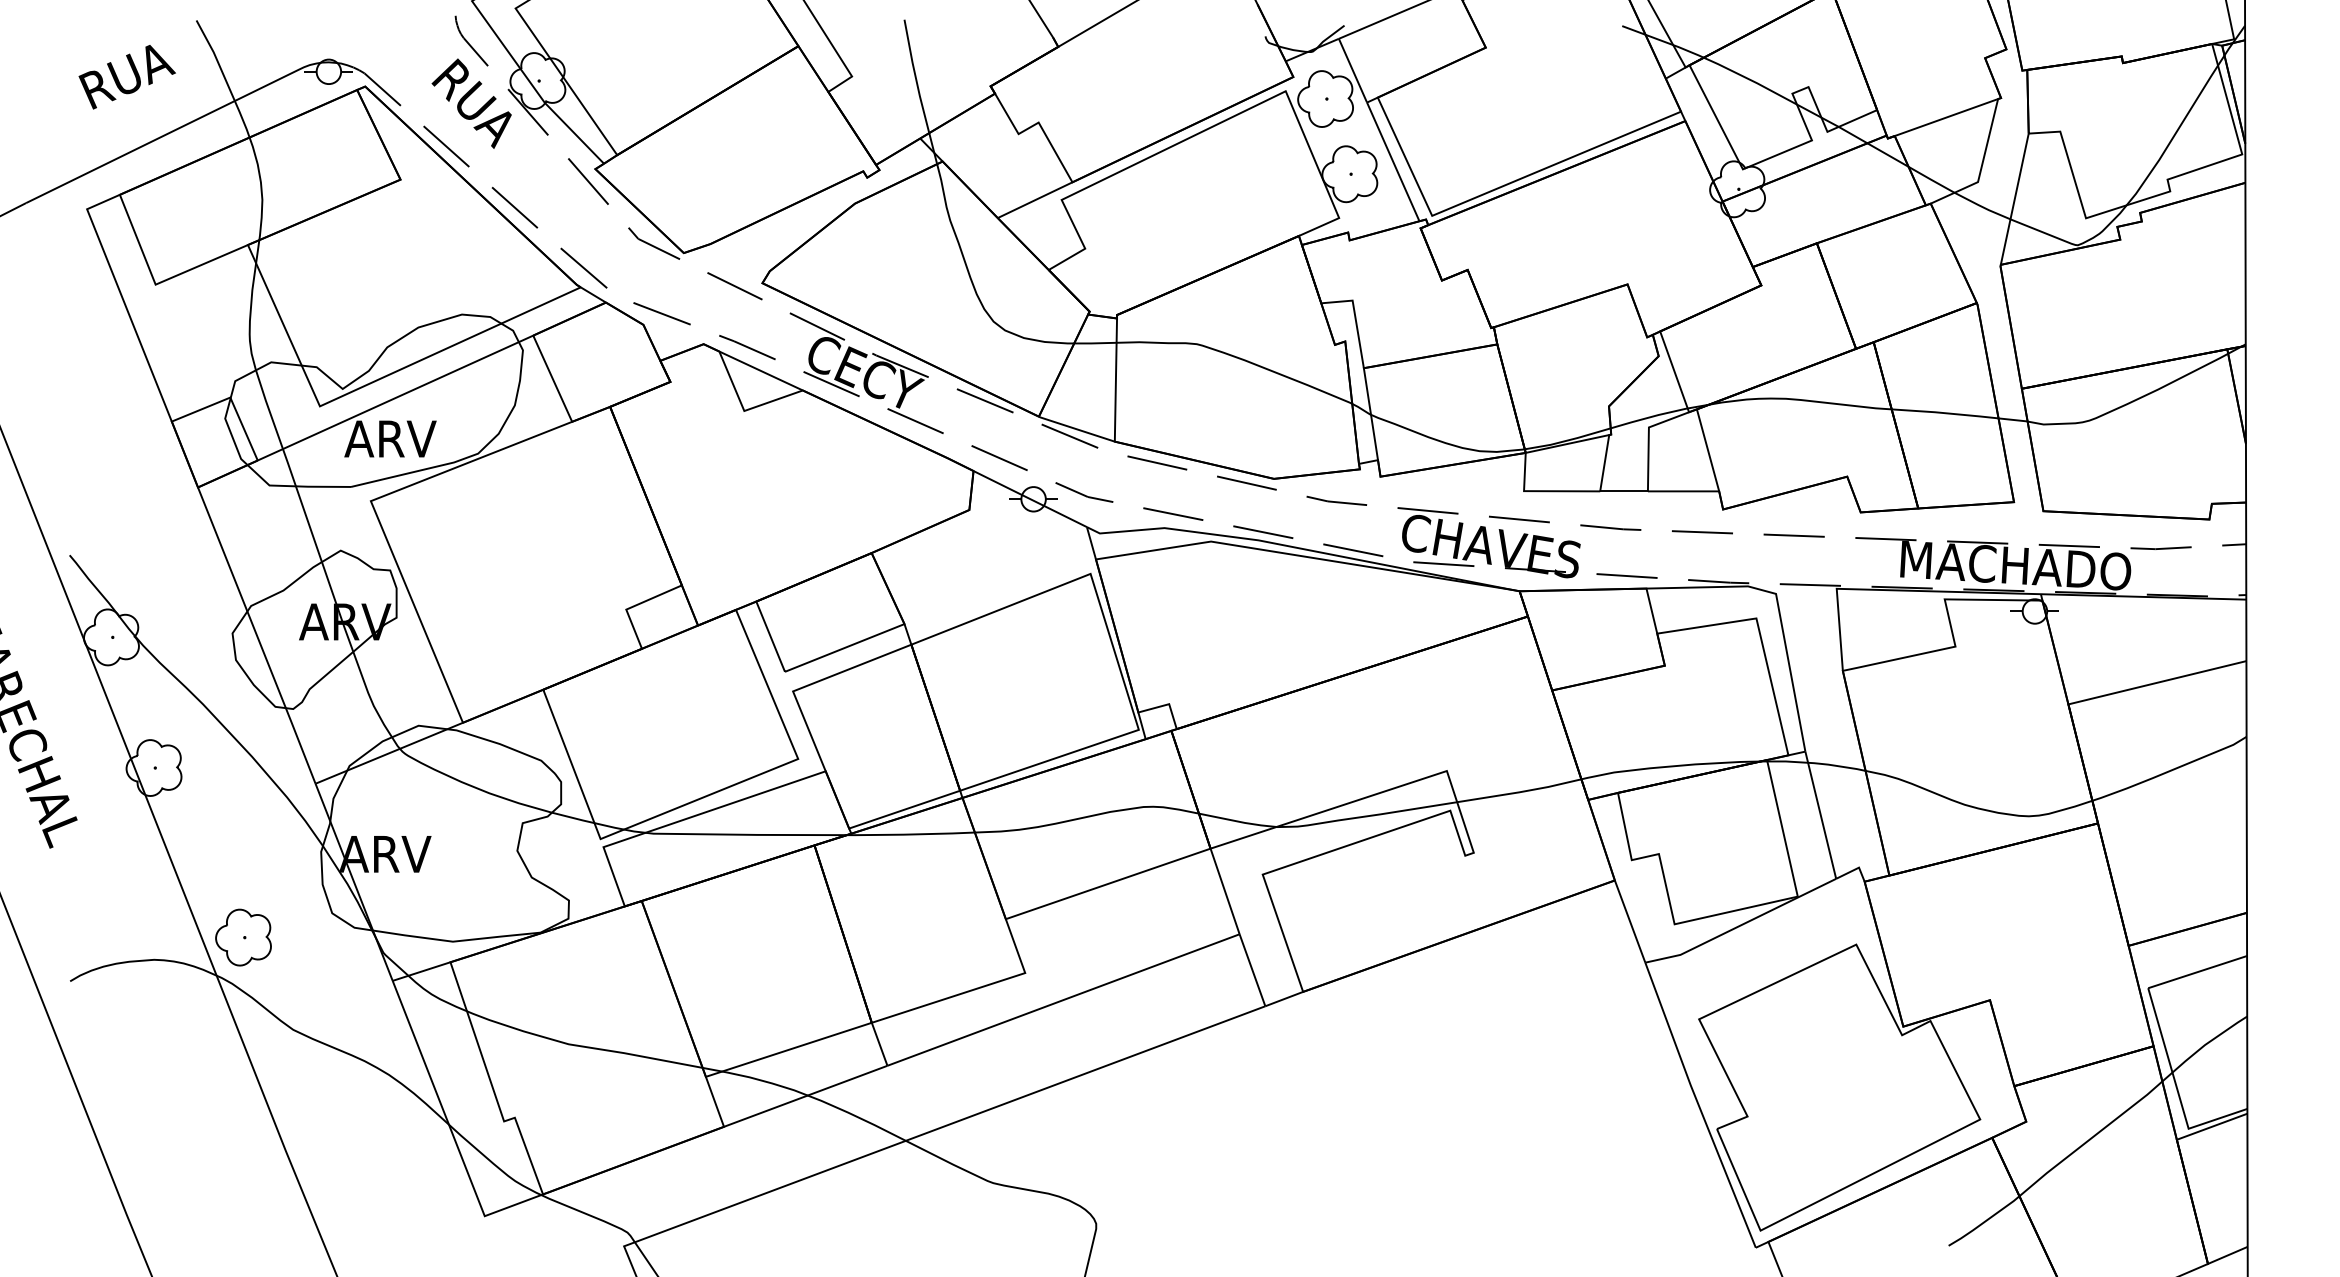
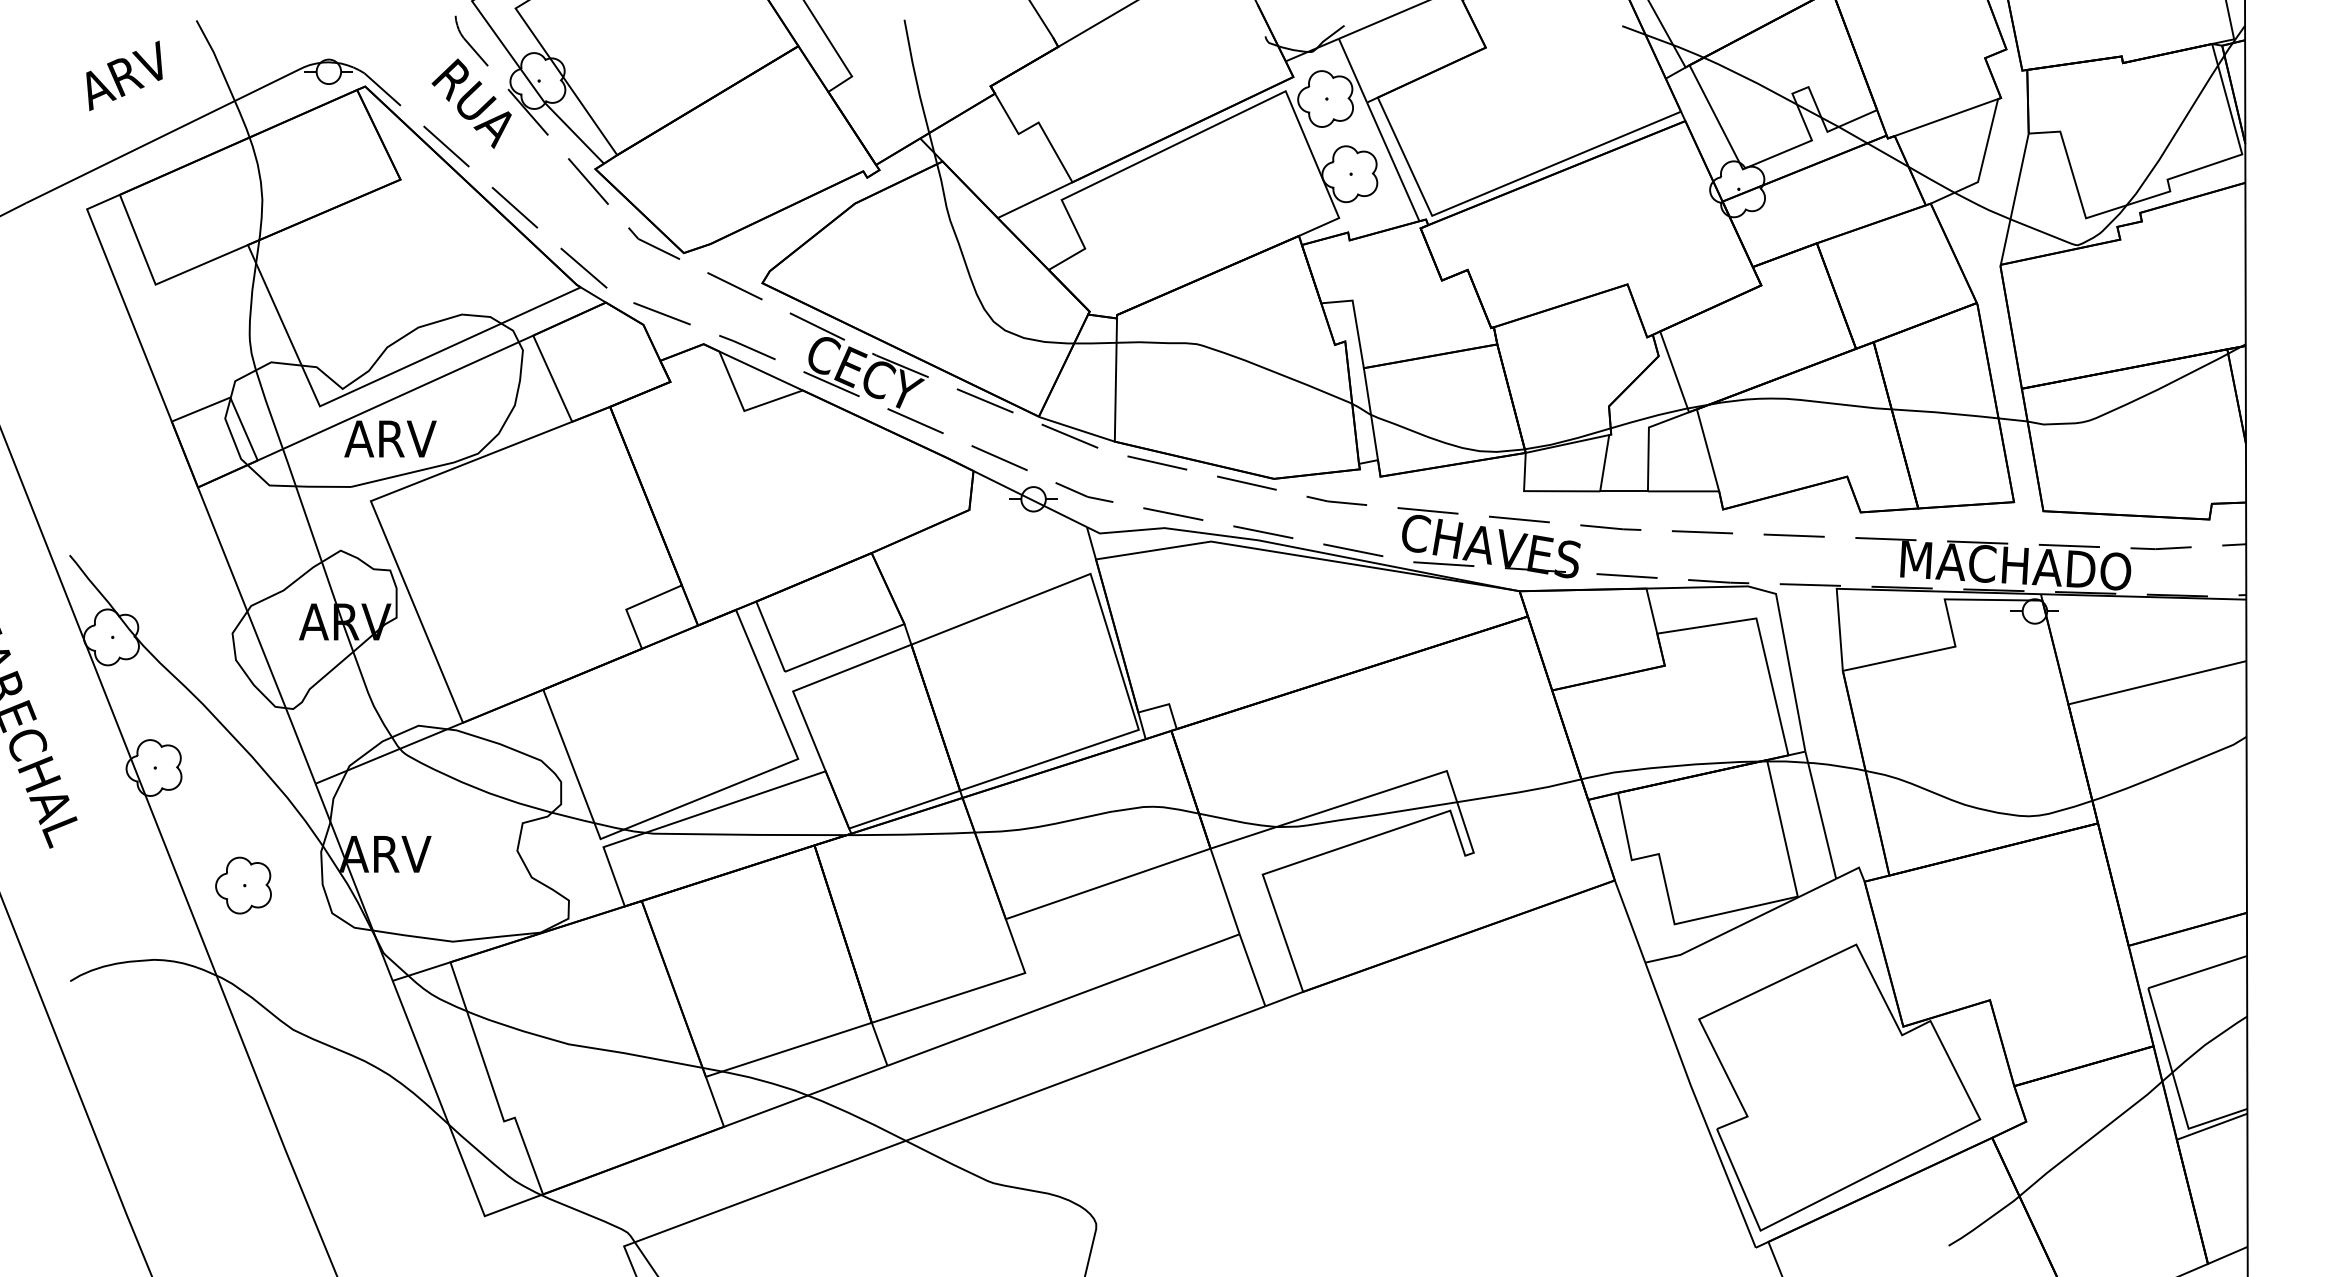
text at (126, 75): RUA -> ARV
part at (243, 937) position: (243, 937) -> (243, 885)
